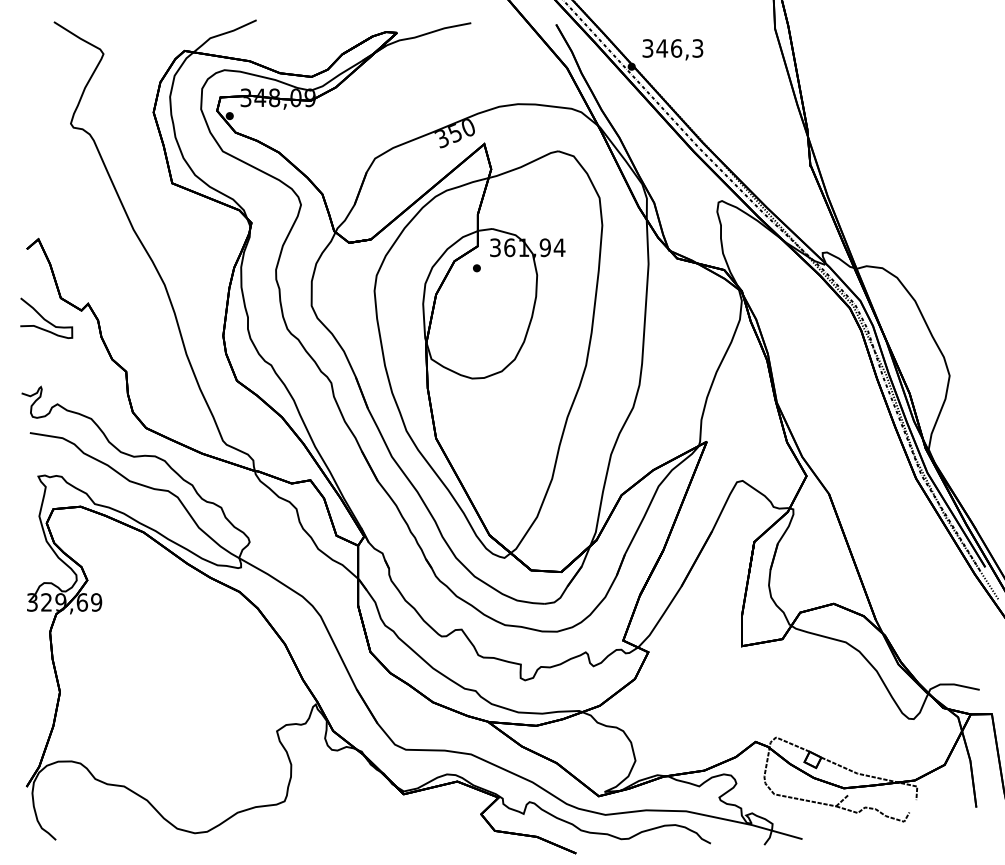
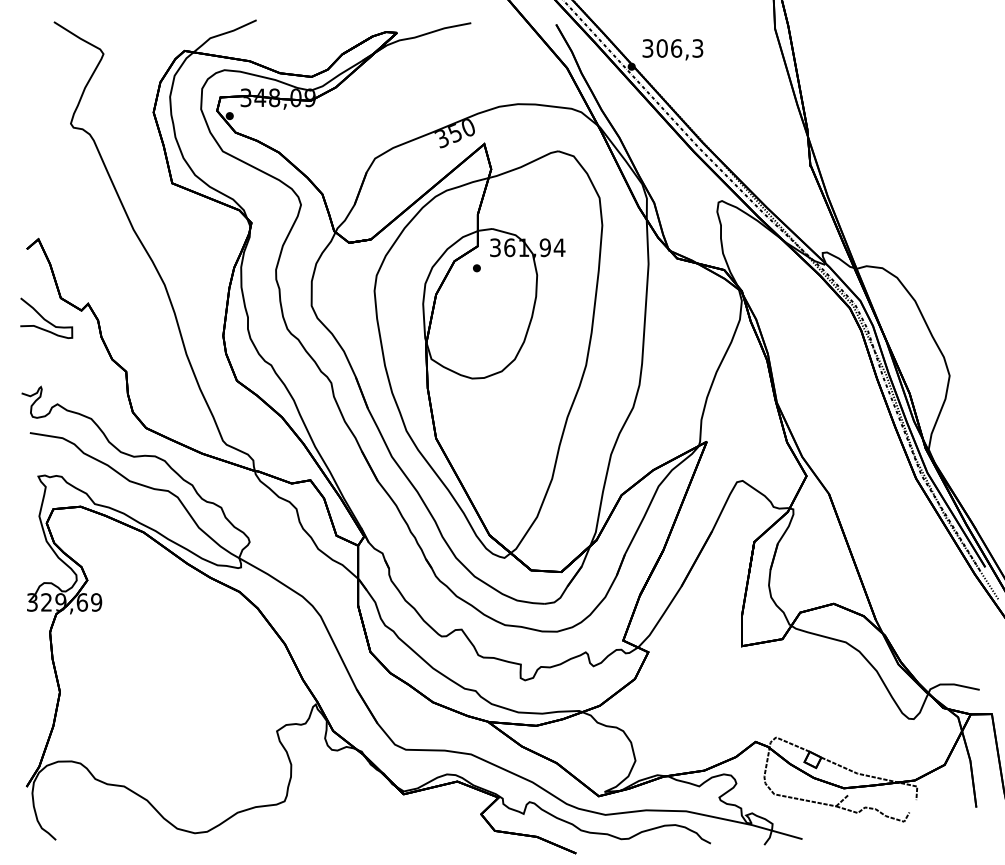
text at (662, 48): 346,3 -> 306,3
